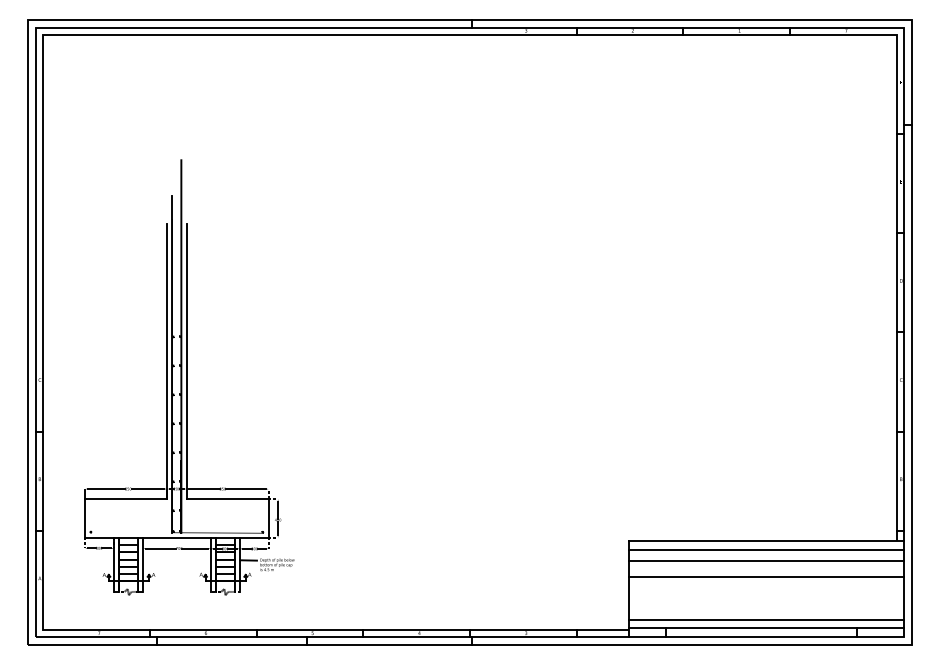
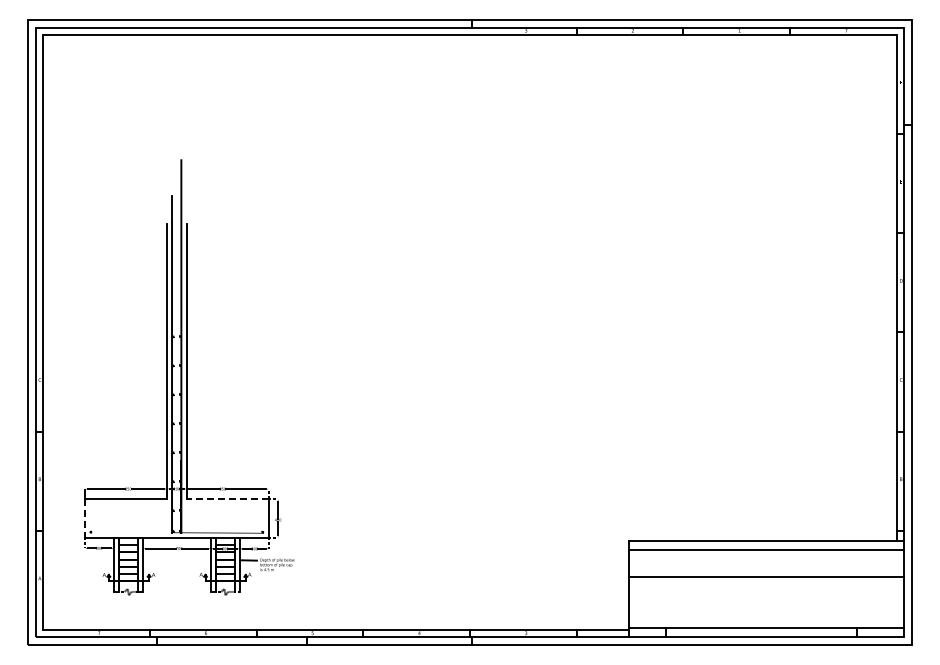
line at (227, 499): solid -> dashed
line at (85, 518): solid -> dashed
line at (766, 561): present -> none
line at (766, 619): present -> none
